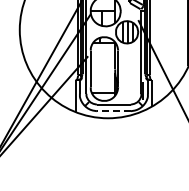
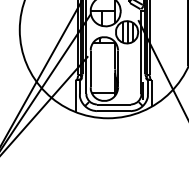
line at (113, 111): dashed -> solid
